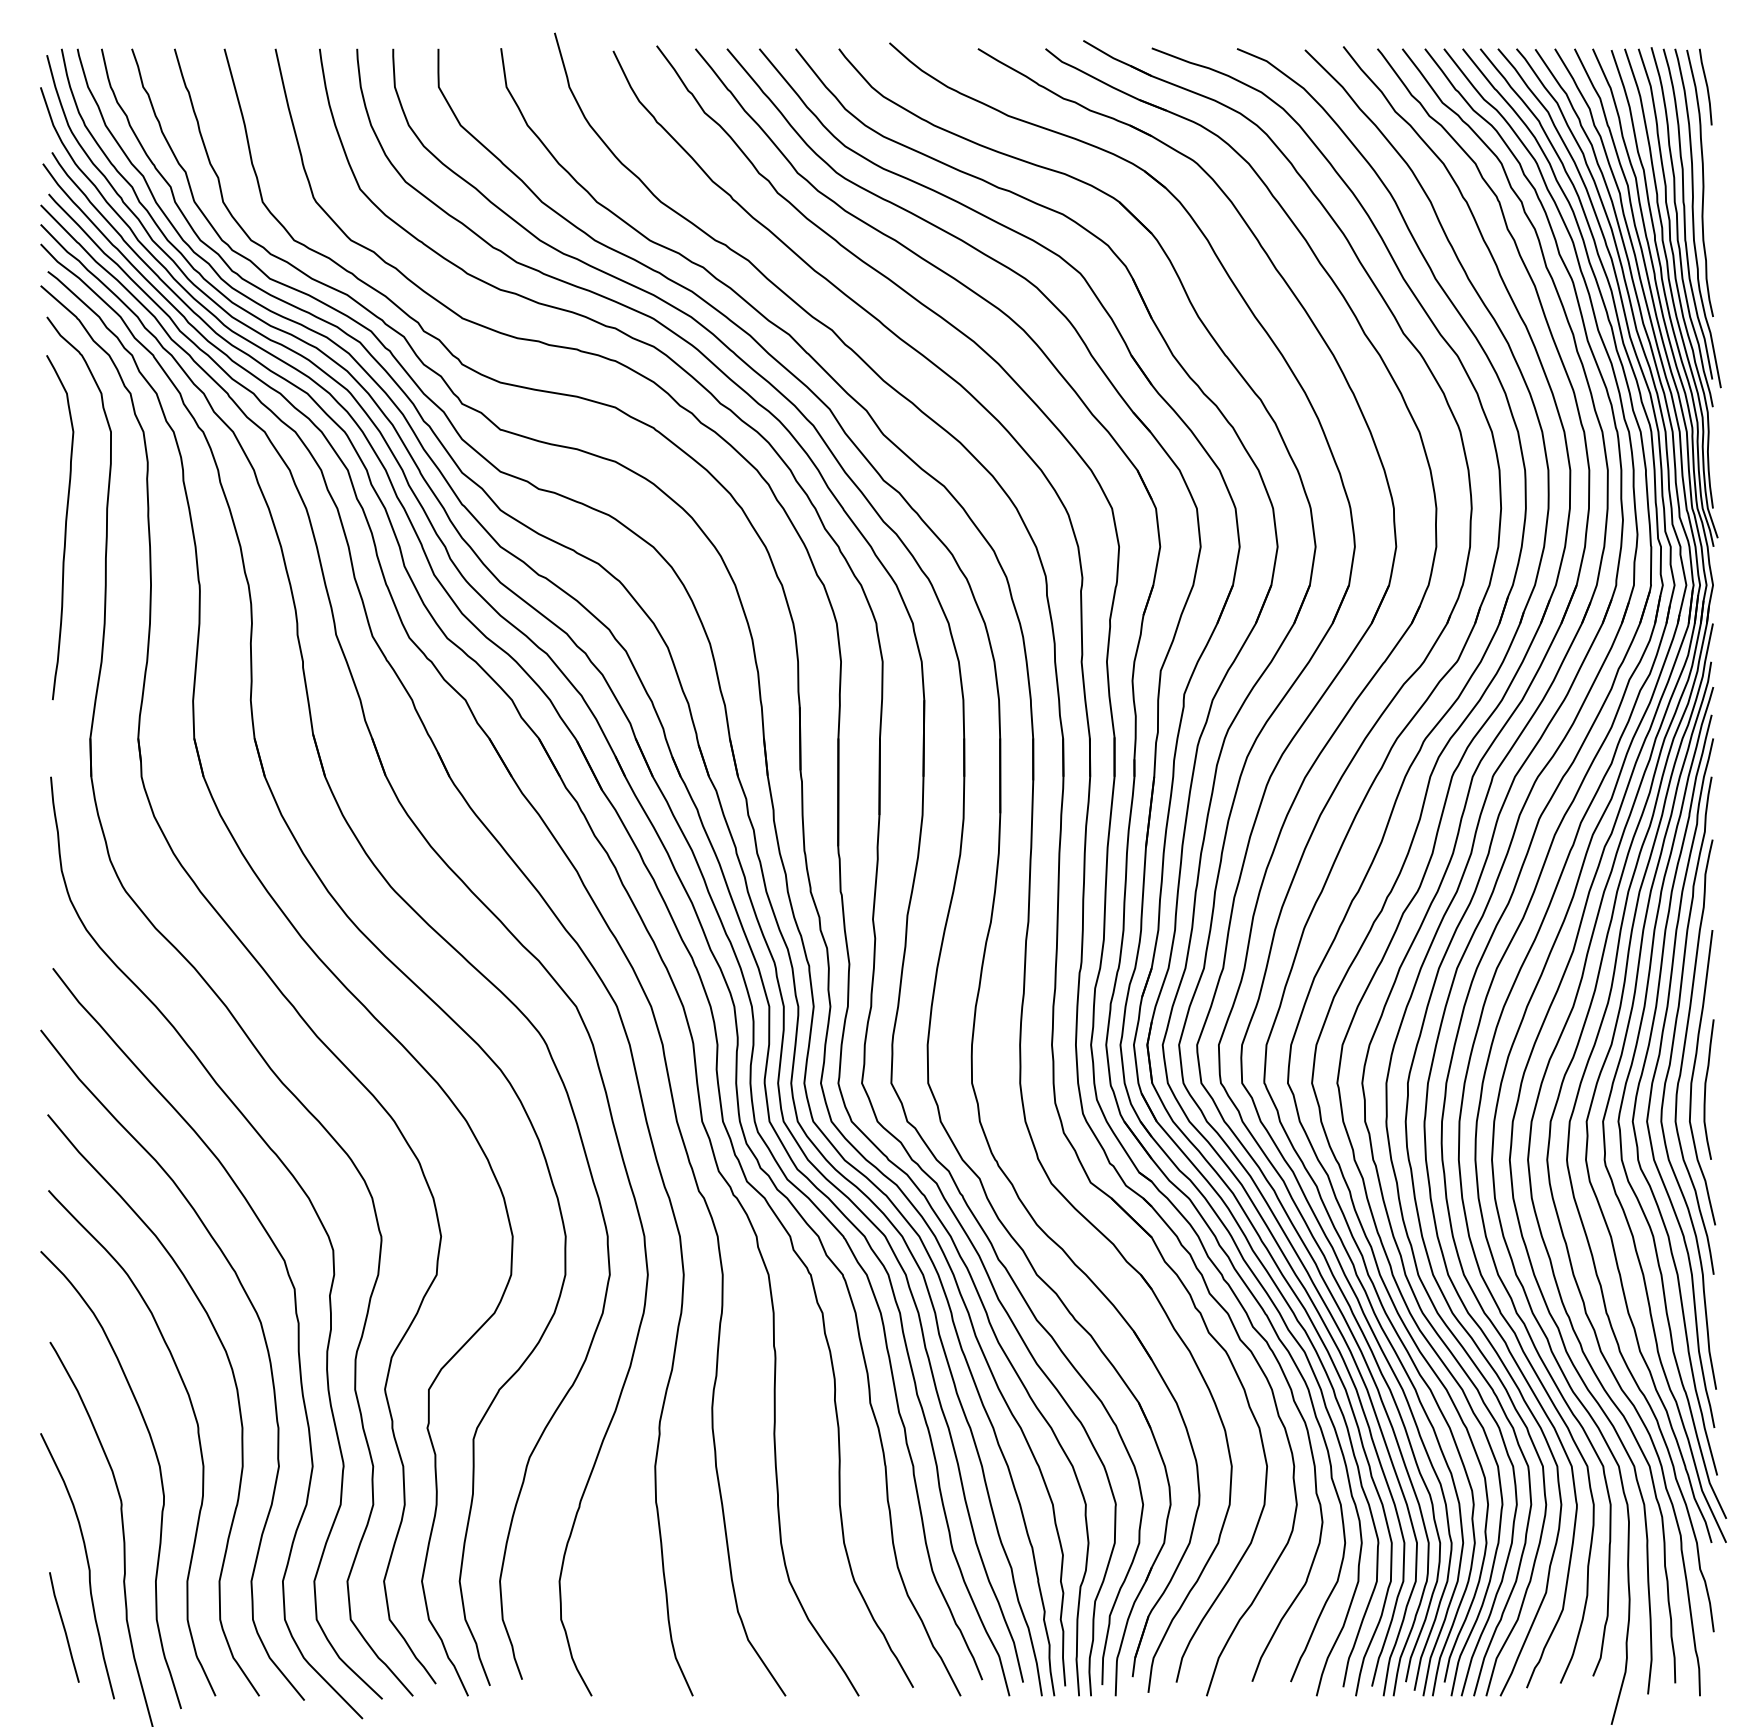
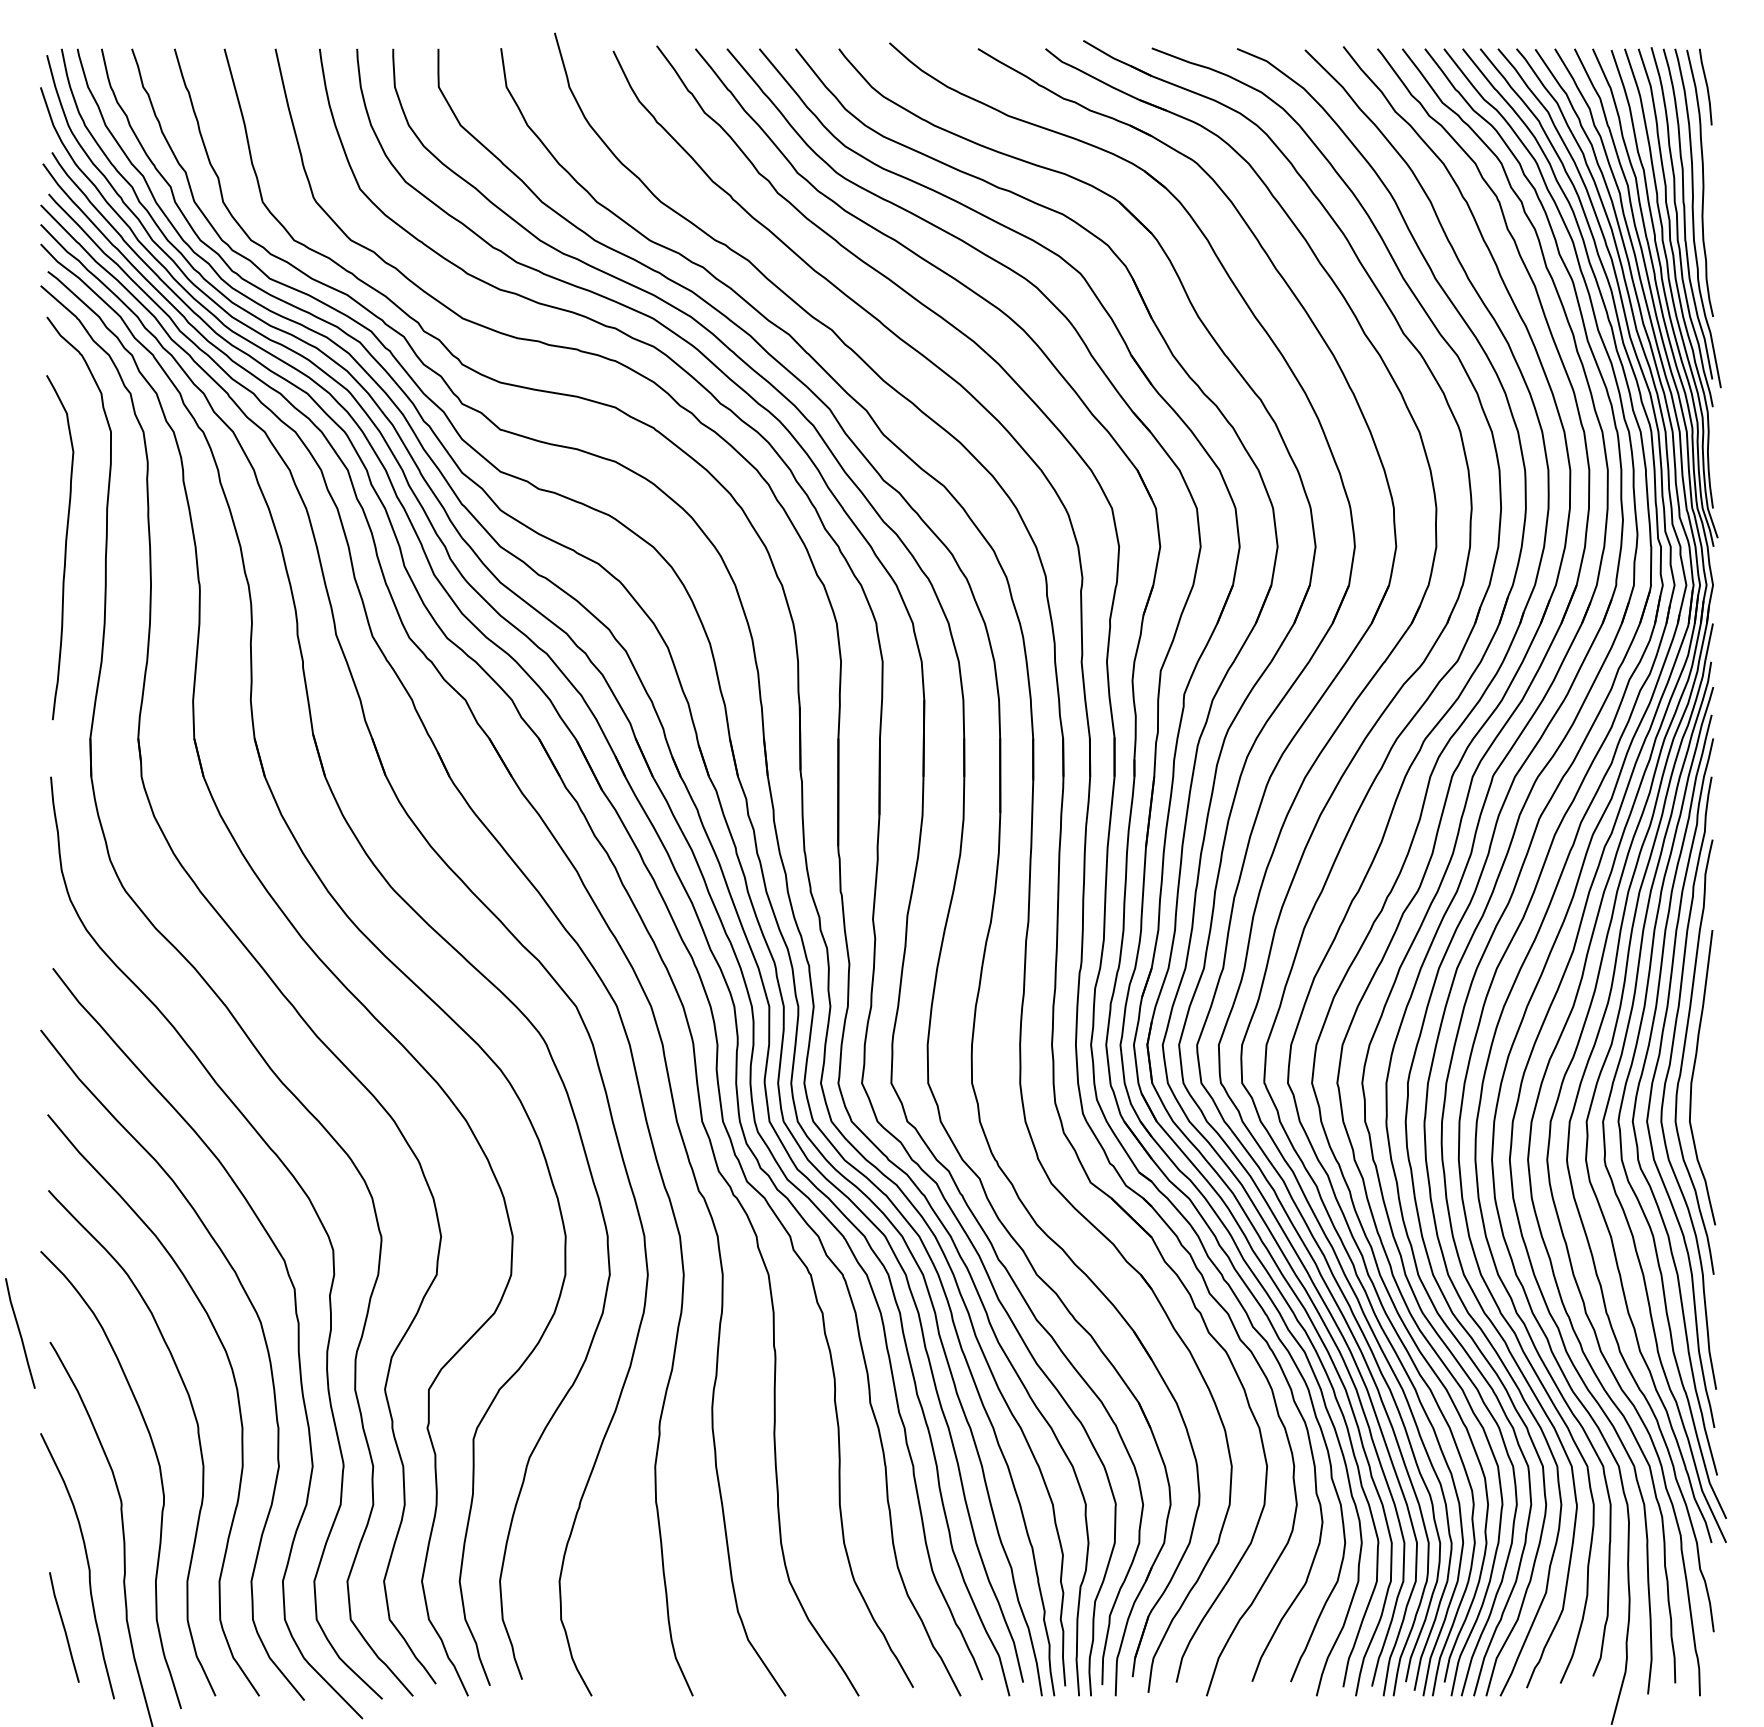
curve at (64, 528) position: (64, 528) -> (64, 548)
curve at (1706, 1089): present -> none
line at (20, 1333): none -> present
